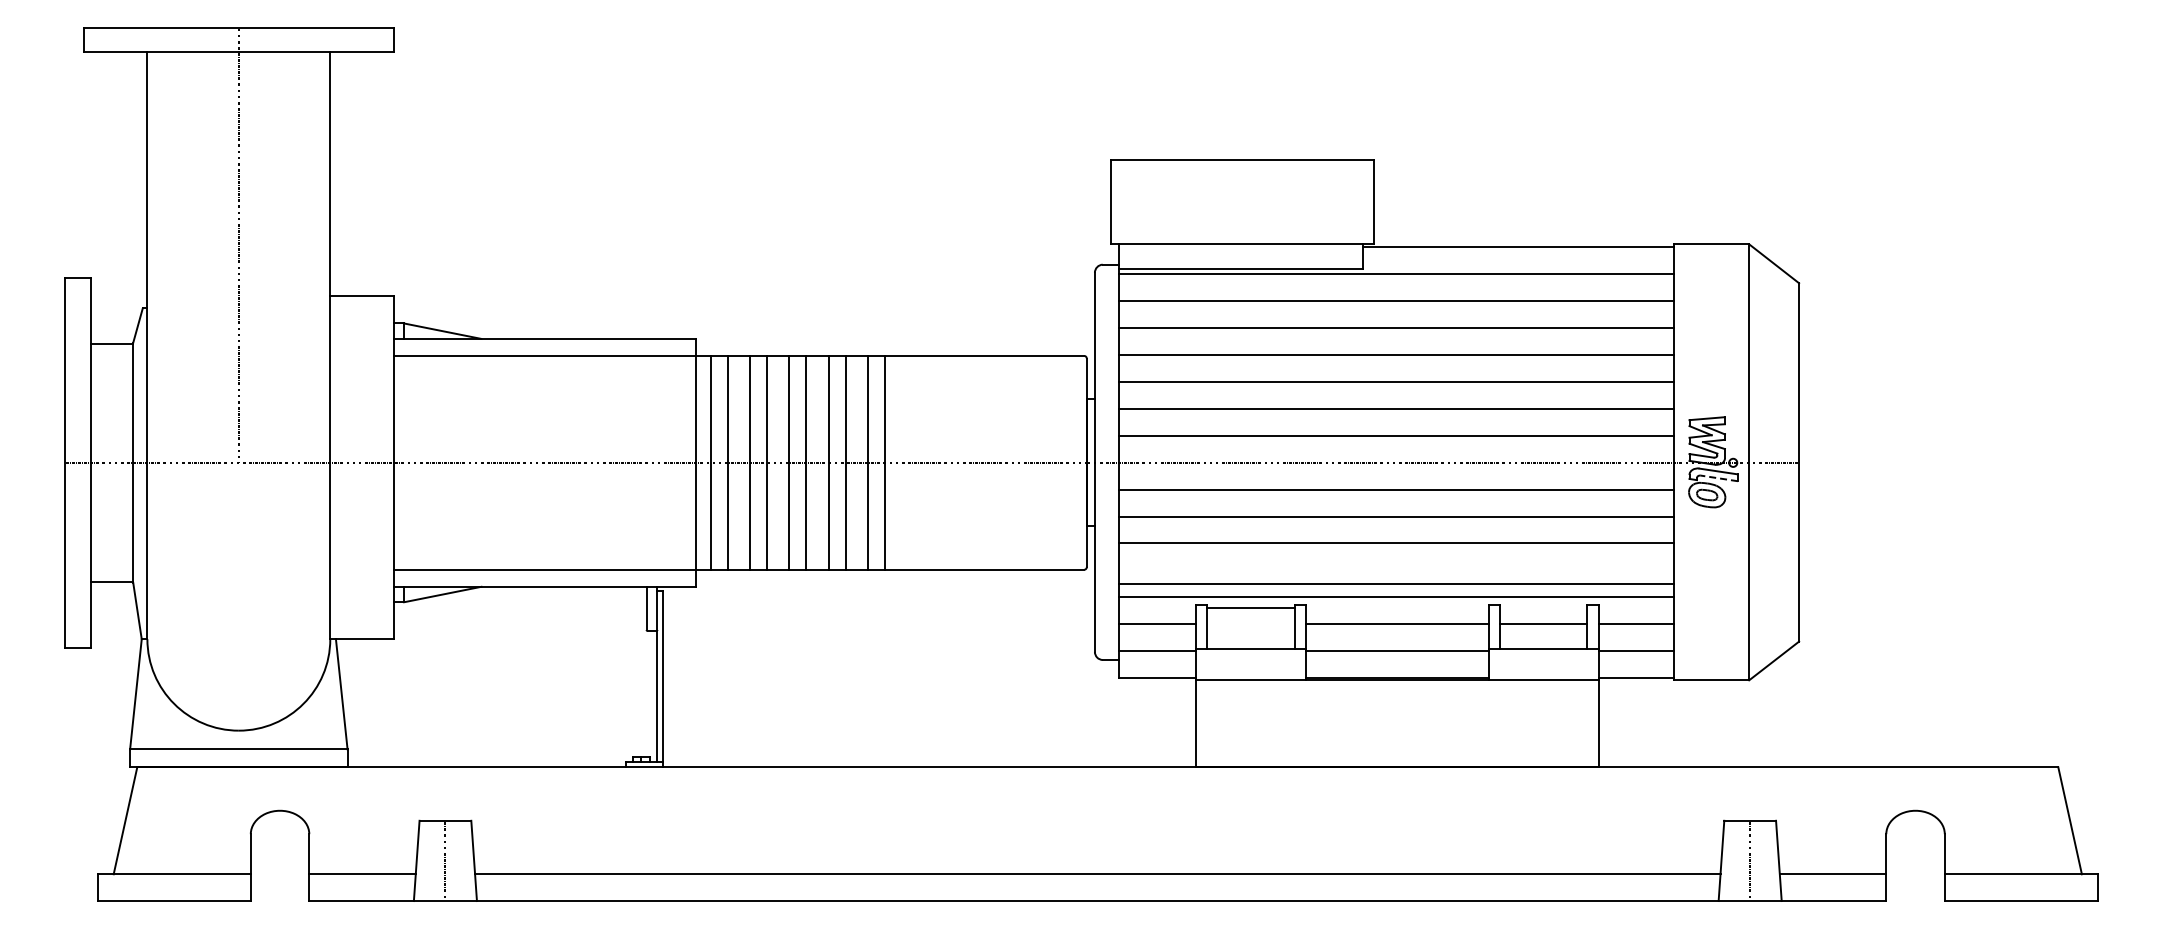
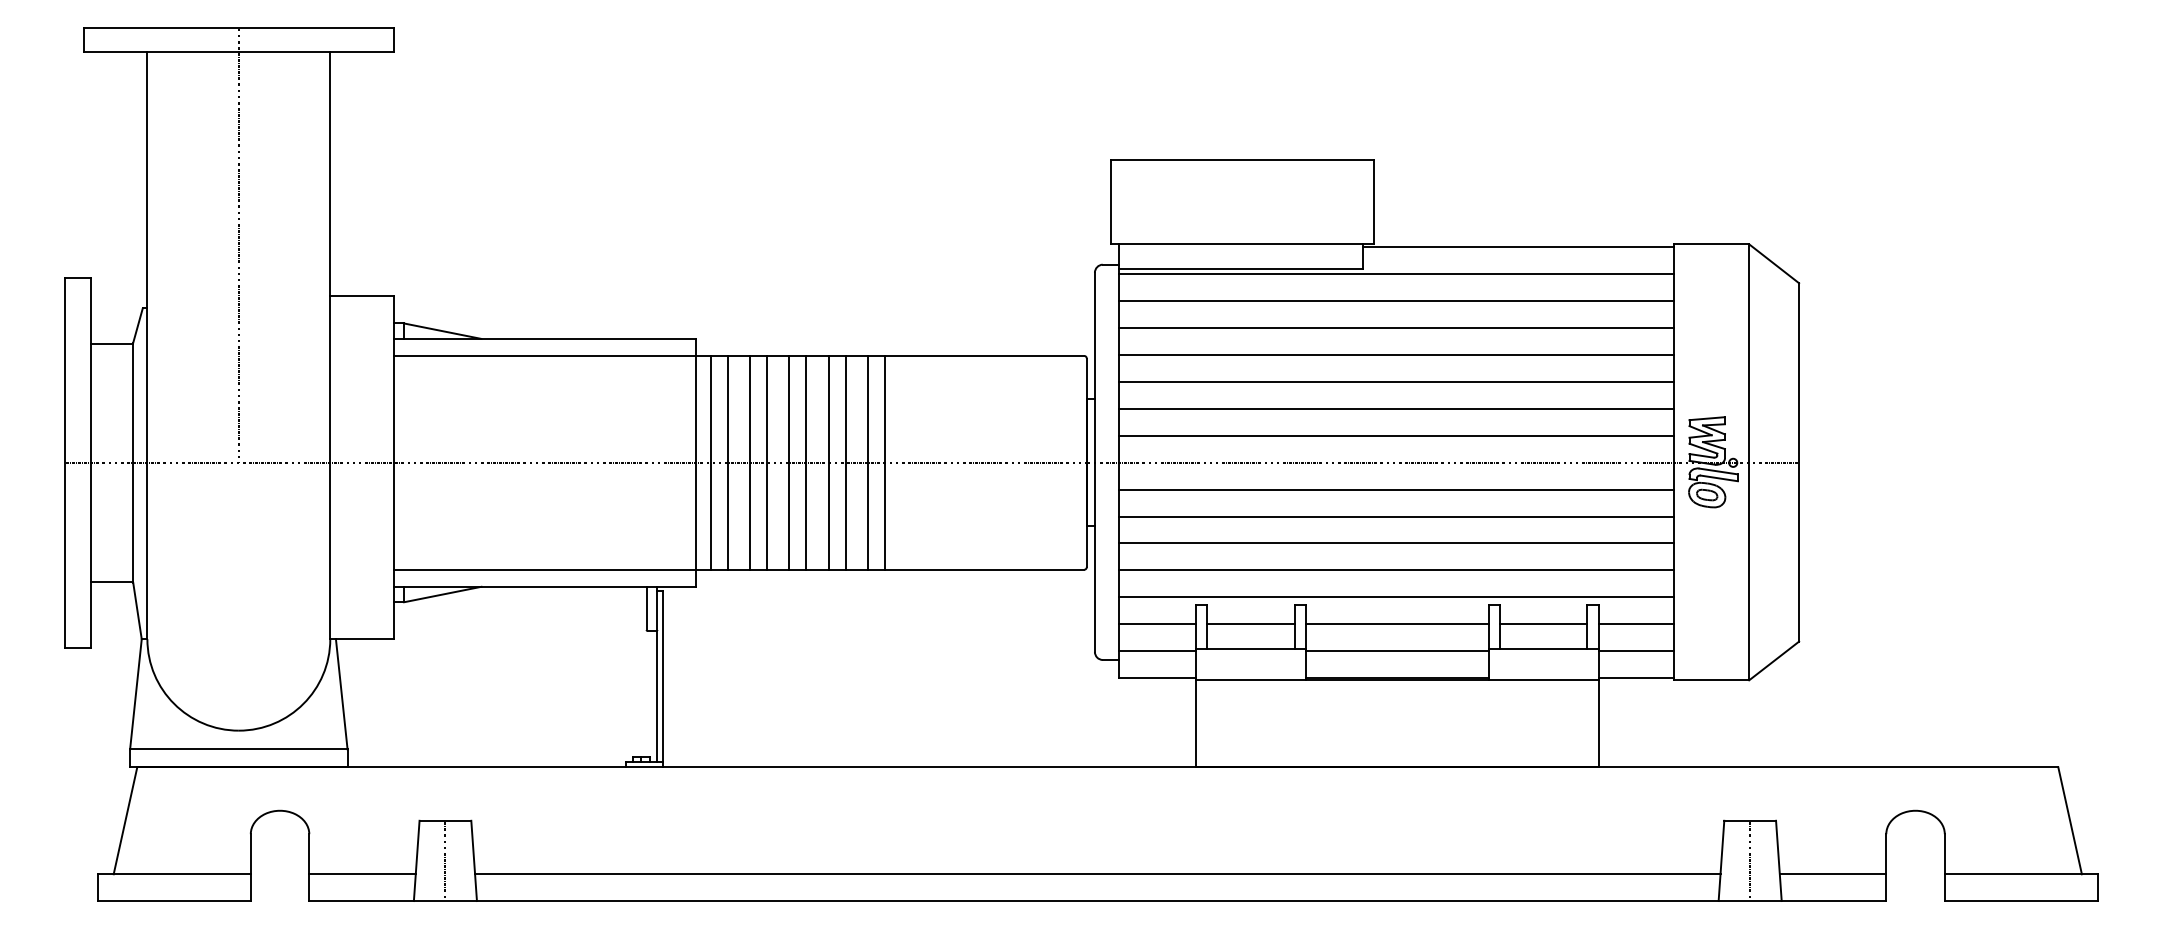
line at (1719, 478): dashed -> solid
line at (1396, 584) position: (1396, 584) -> (1396, 570)
line at (1250, 608) position: (1250, 608) -> (1250, 624)
